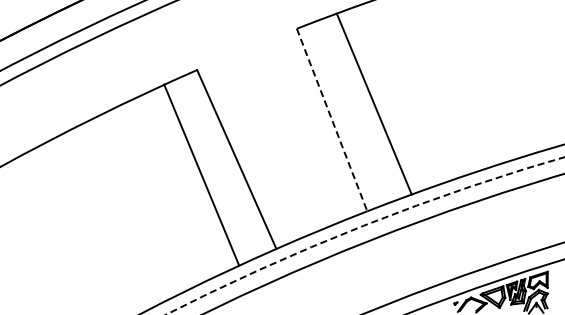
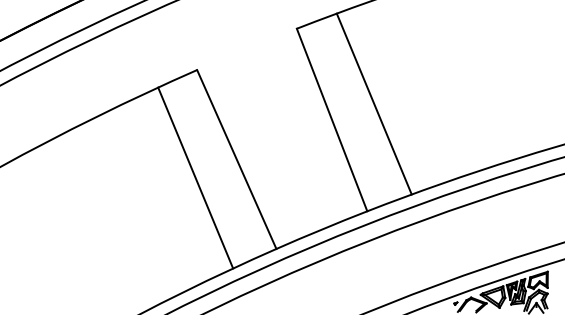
line at (332, 120): dashed -> solid
line at (201, 174) position: (201, 174) -> (195, 177)
circle at (364, 235): dashed -> solid
